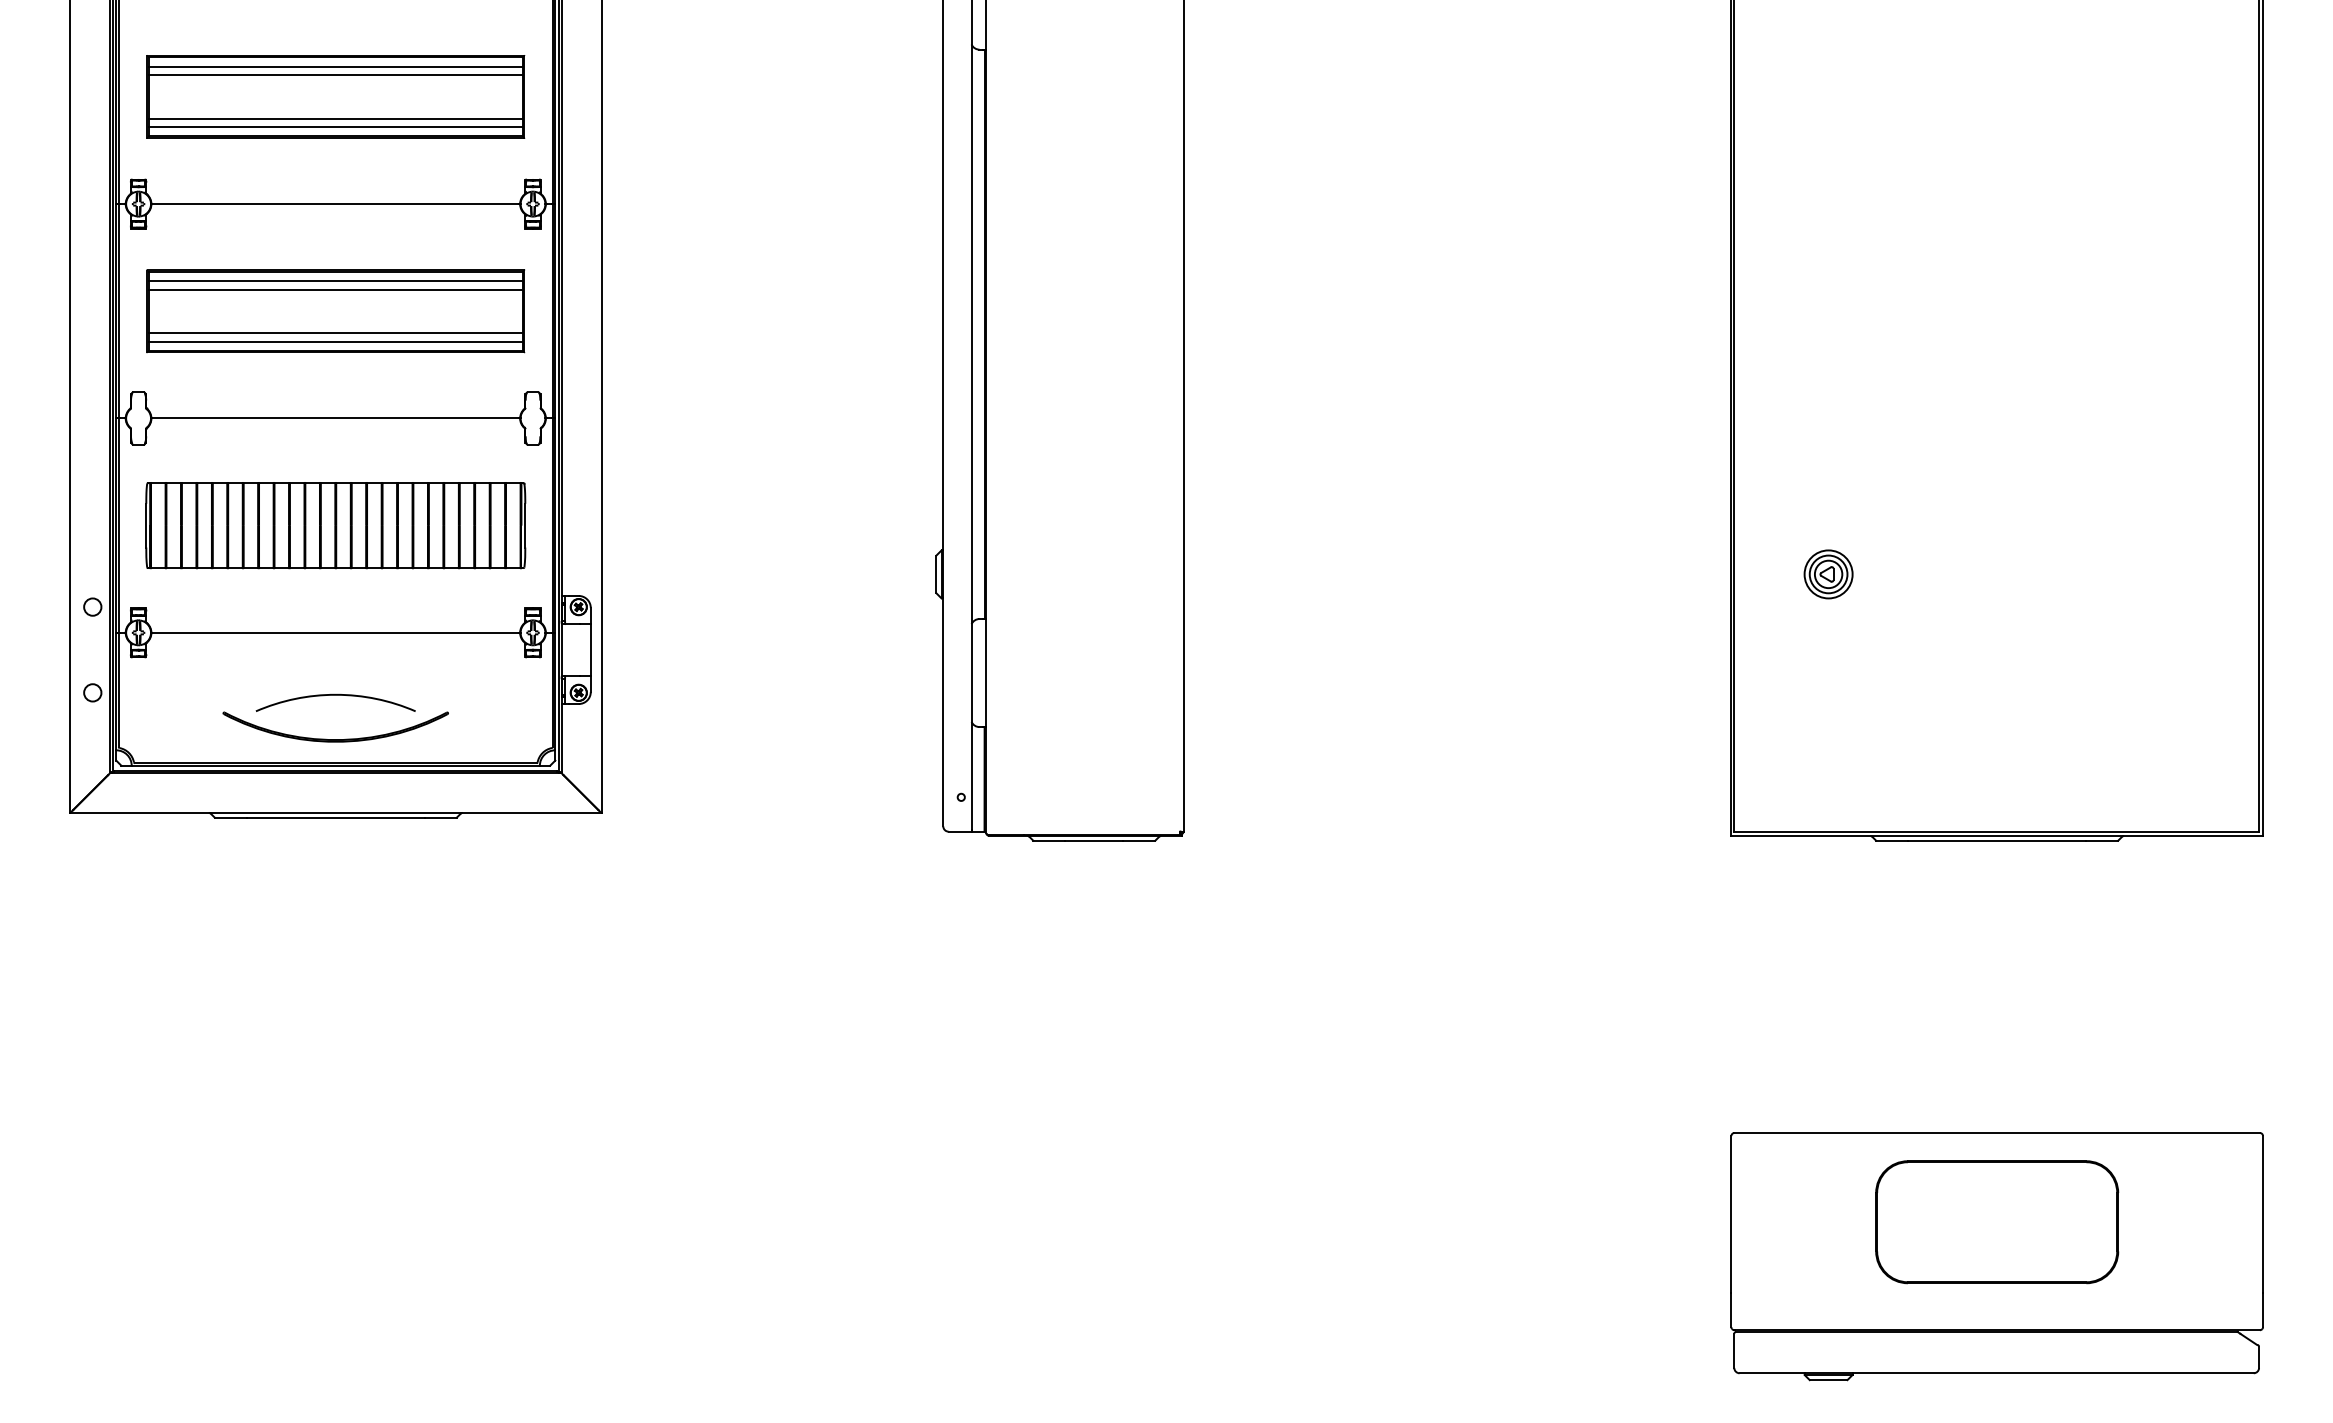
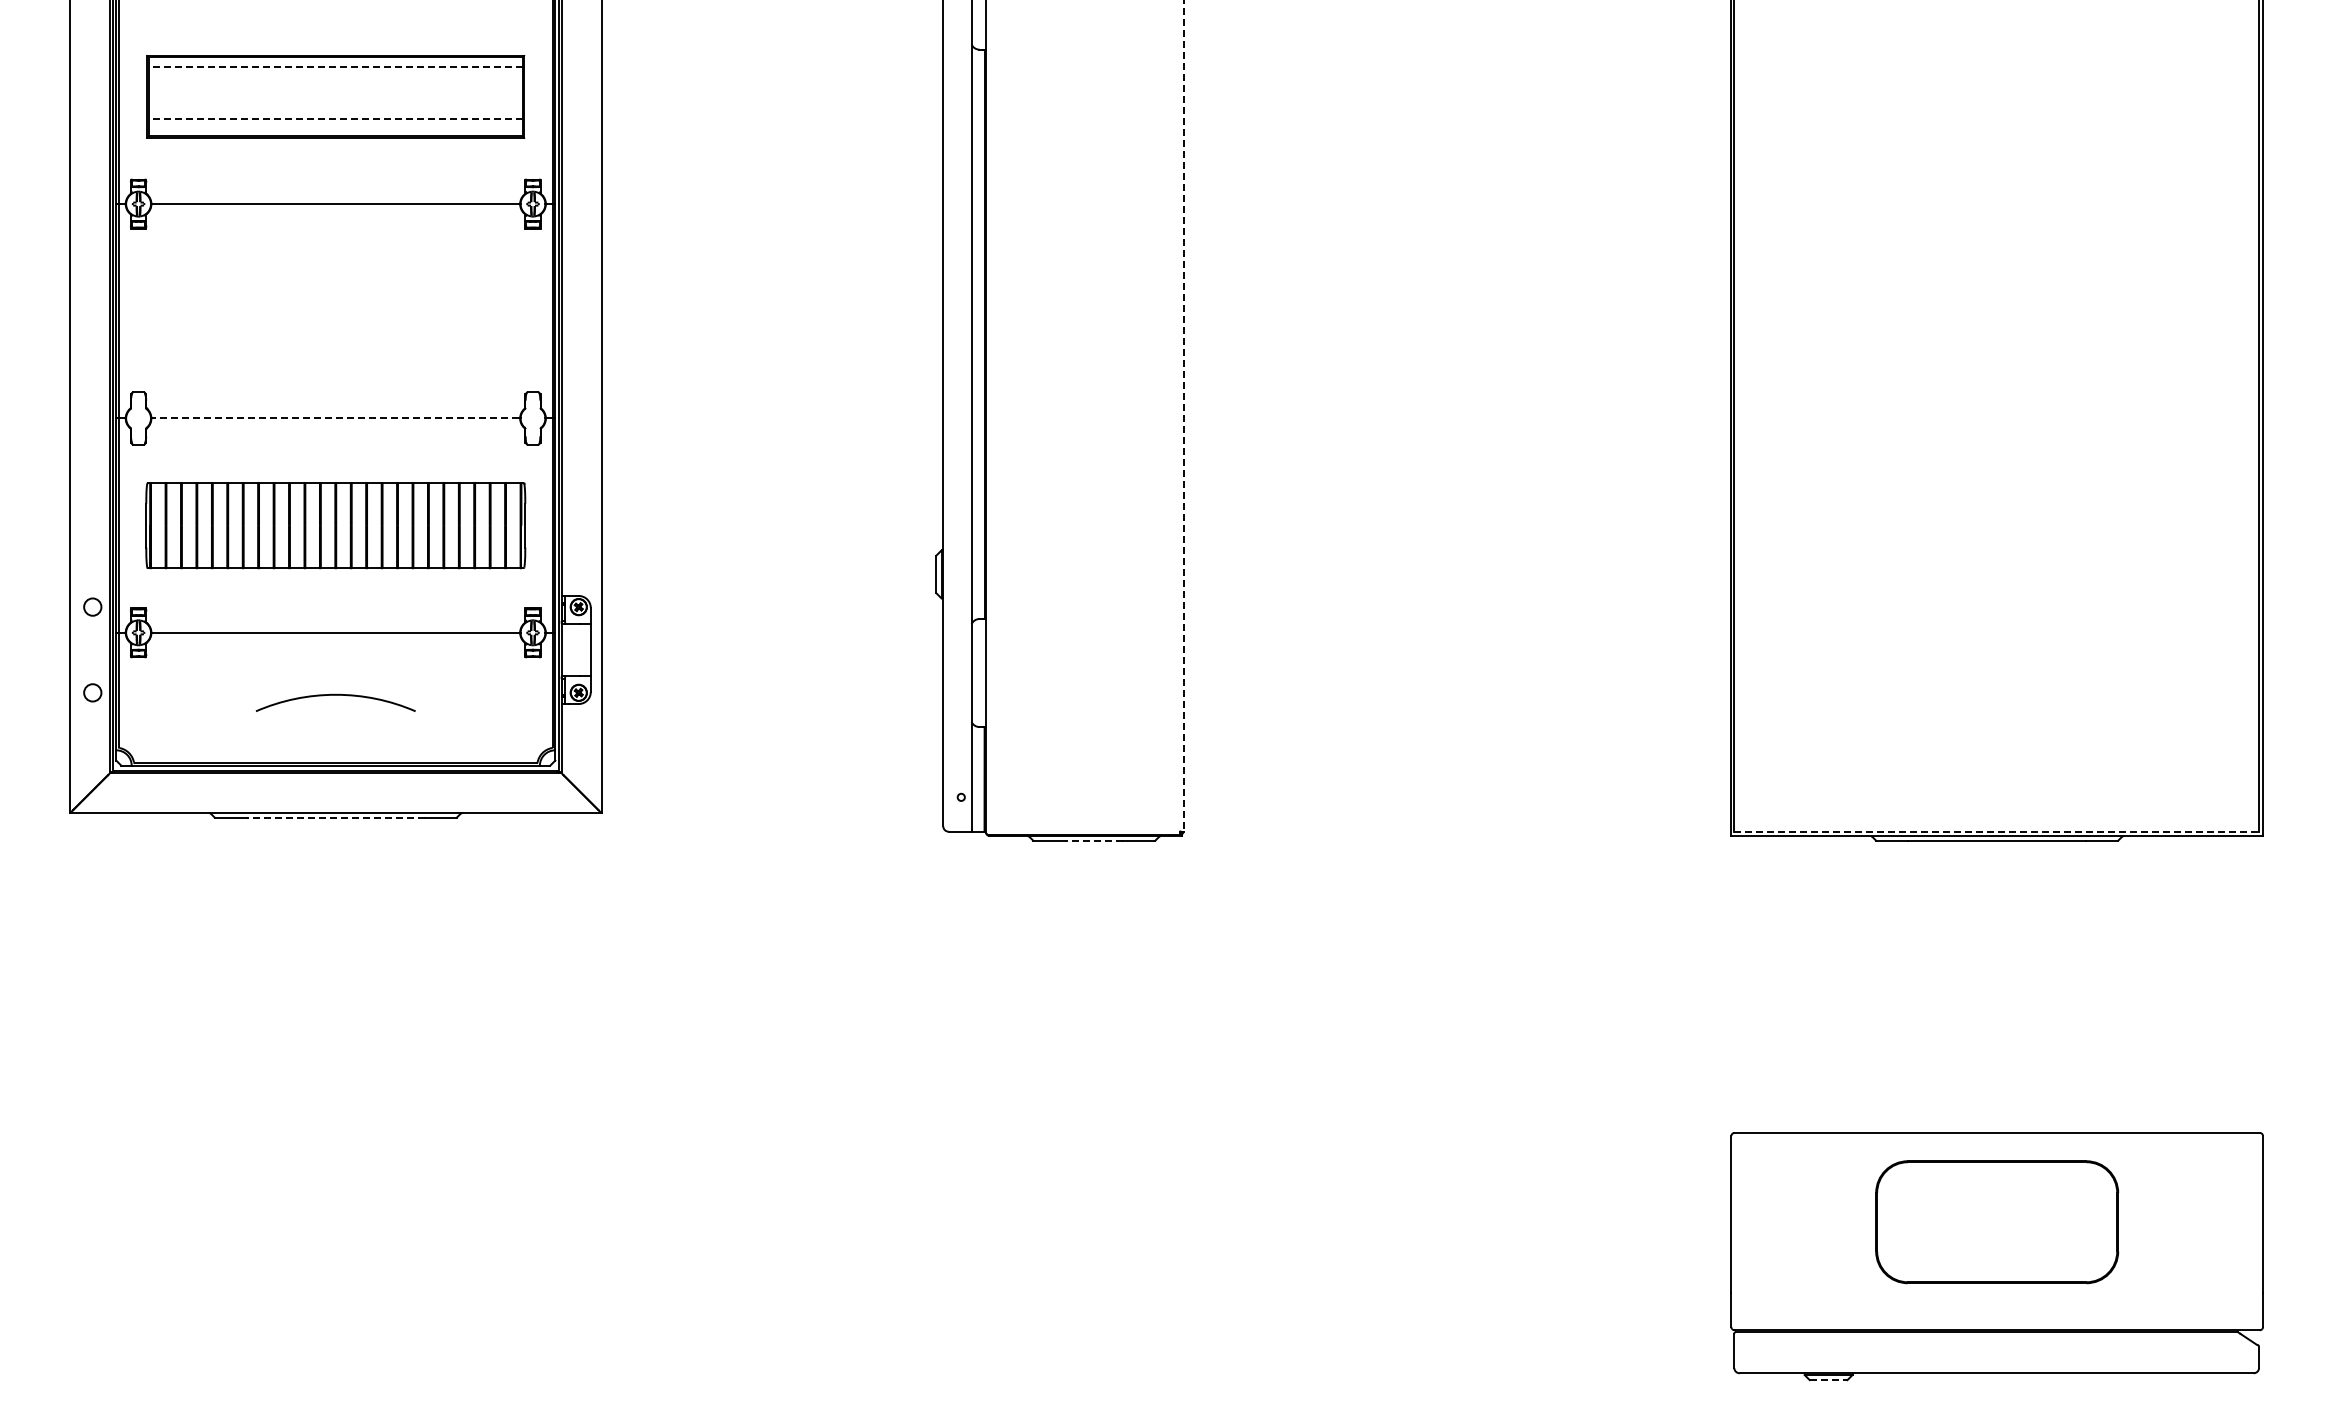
line at (335, 66): solid -> dashed
line at (335, 75): present -> none
line at (335, 118): solid -> dashed
line at (335, 127): present -> none
part at (335, 311): present -> none
line at (1183, 416): solid -> dashed
line at (335, 418): solid -> dashed
part at (1828, 574): present -> none
part at (335, 739): present -> none
line at (335, 817): solid -> dashed
line at (1997, 831): solid -> dashed
line at (1093, 840): solid -> dashed
line at (1828, 1380): solid -> dashed
